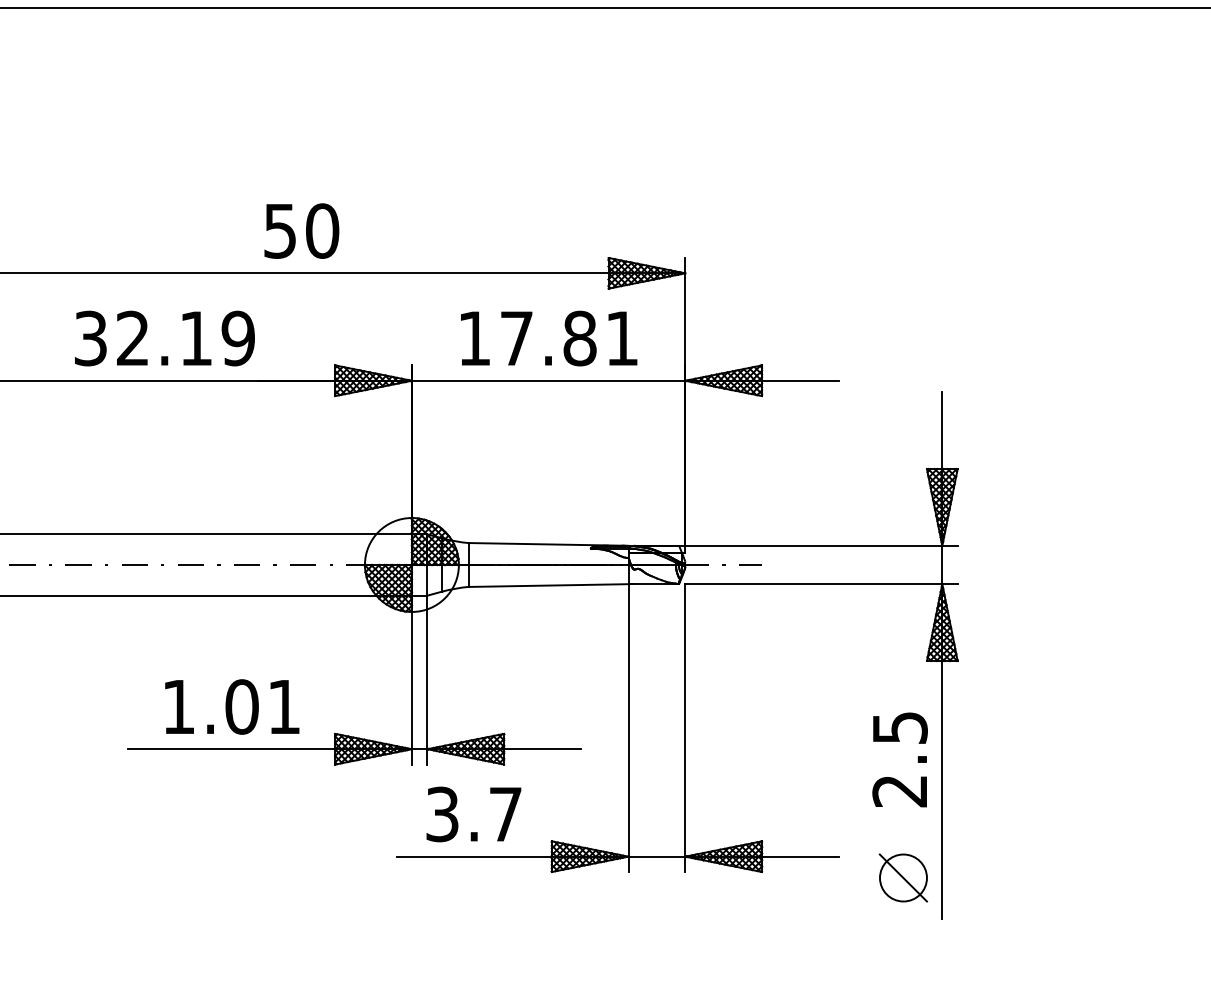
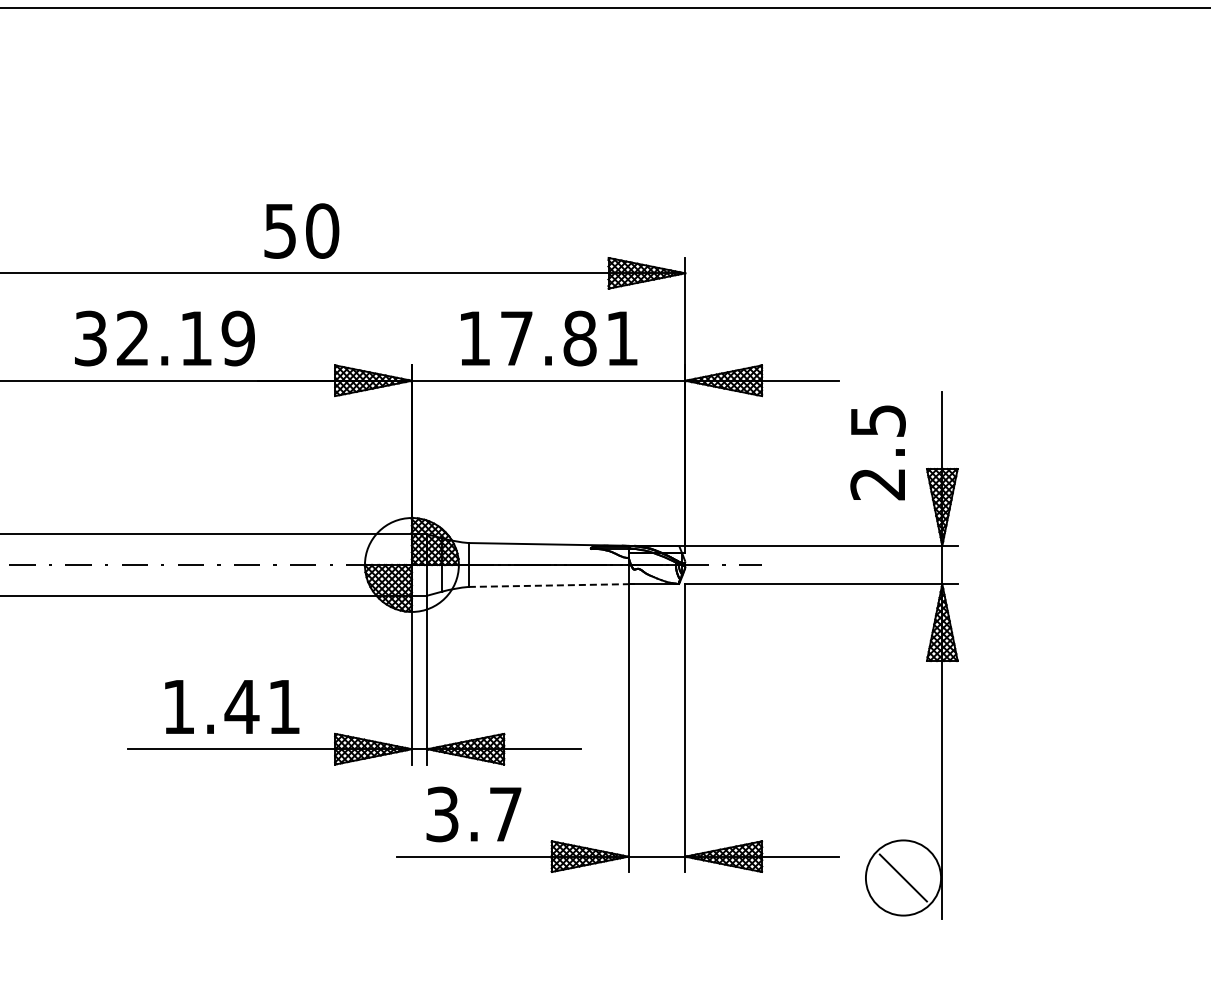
line at (548, 585): solid -> dashed
text at (241, 706): 1.01 -> 1.41
text at (899, 759) position: (899, 759) -> (877, 452)
circle at (903, 877) diameter: 47 px -> 75 px
